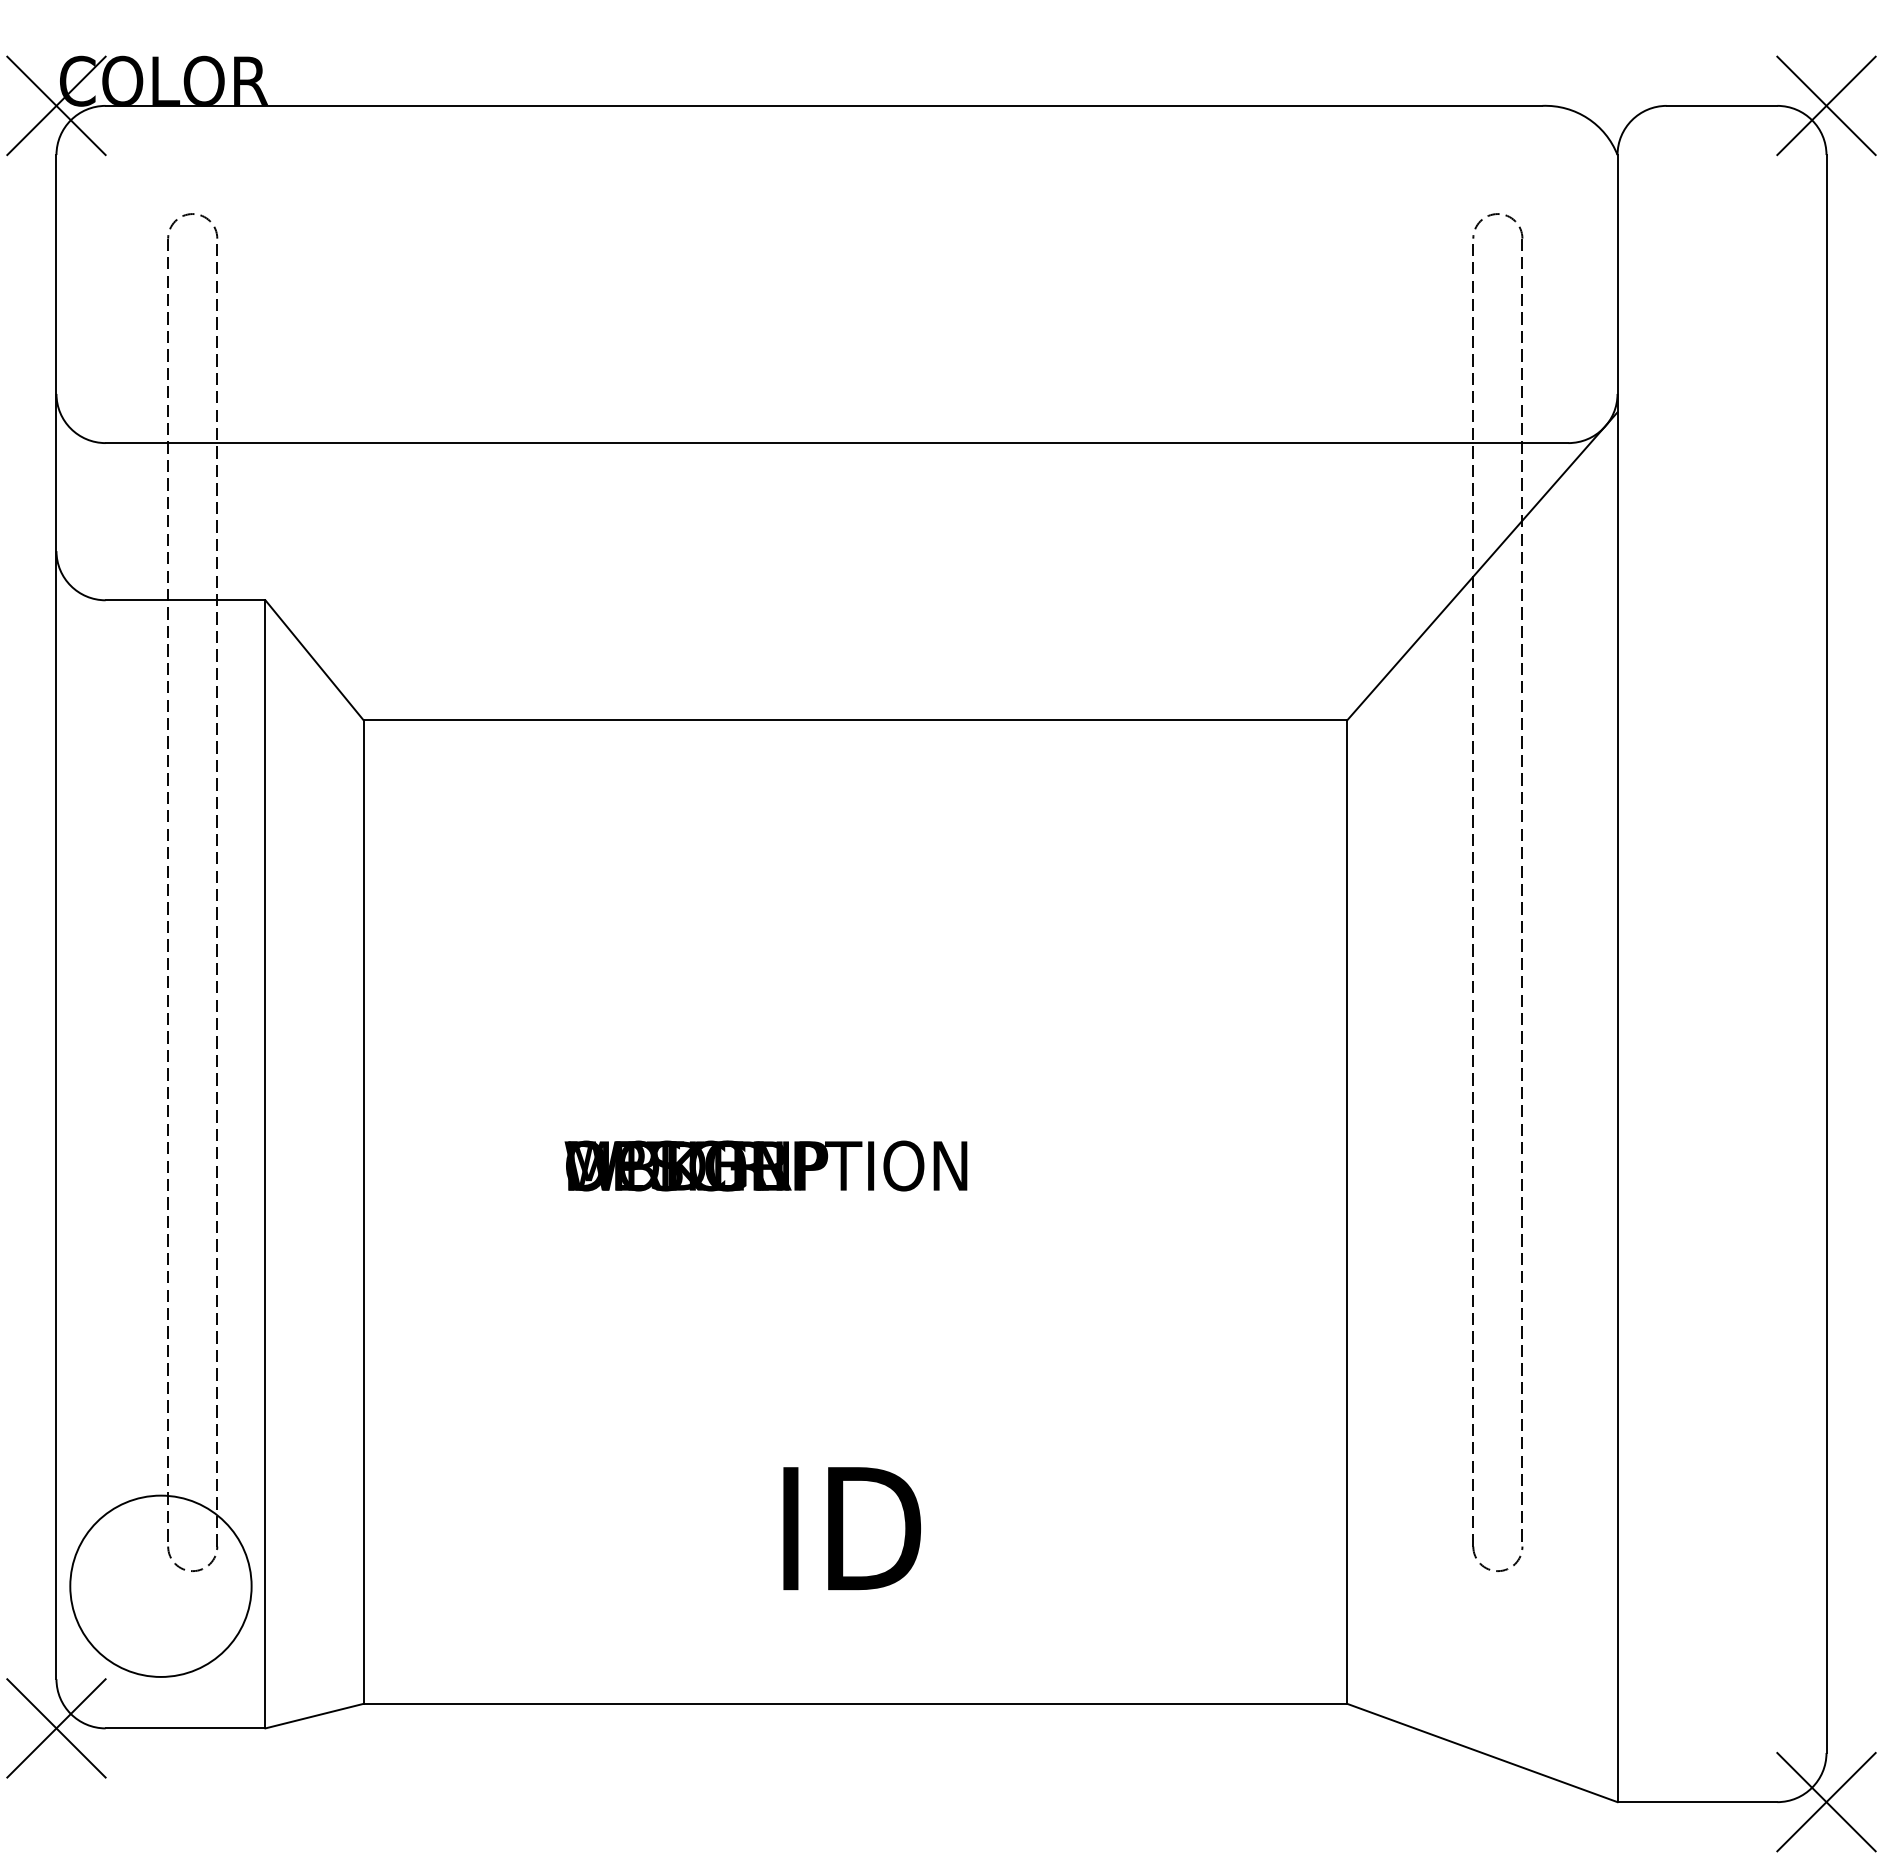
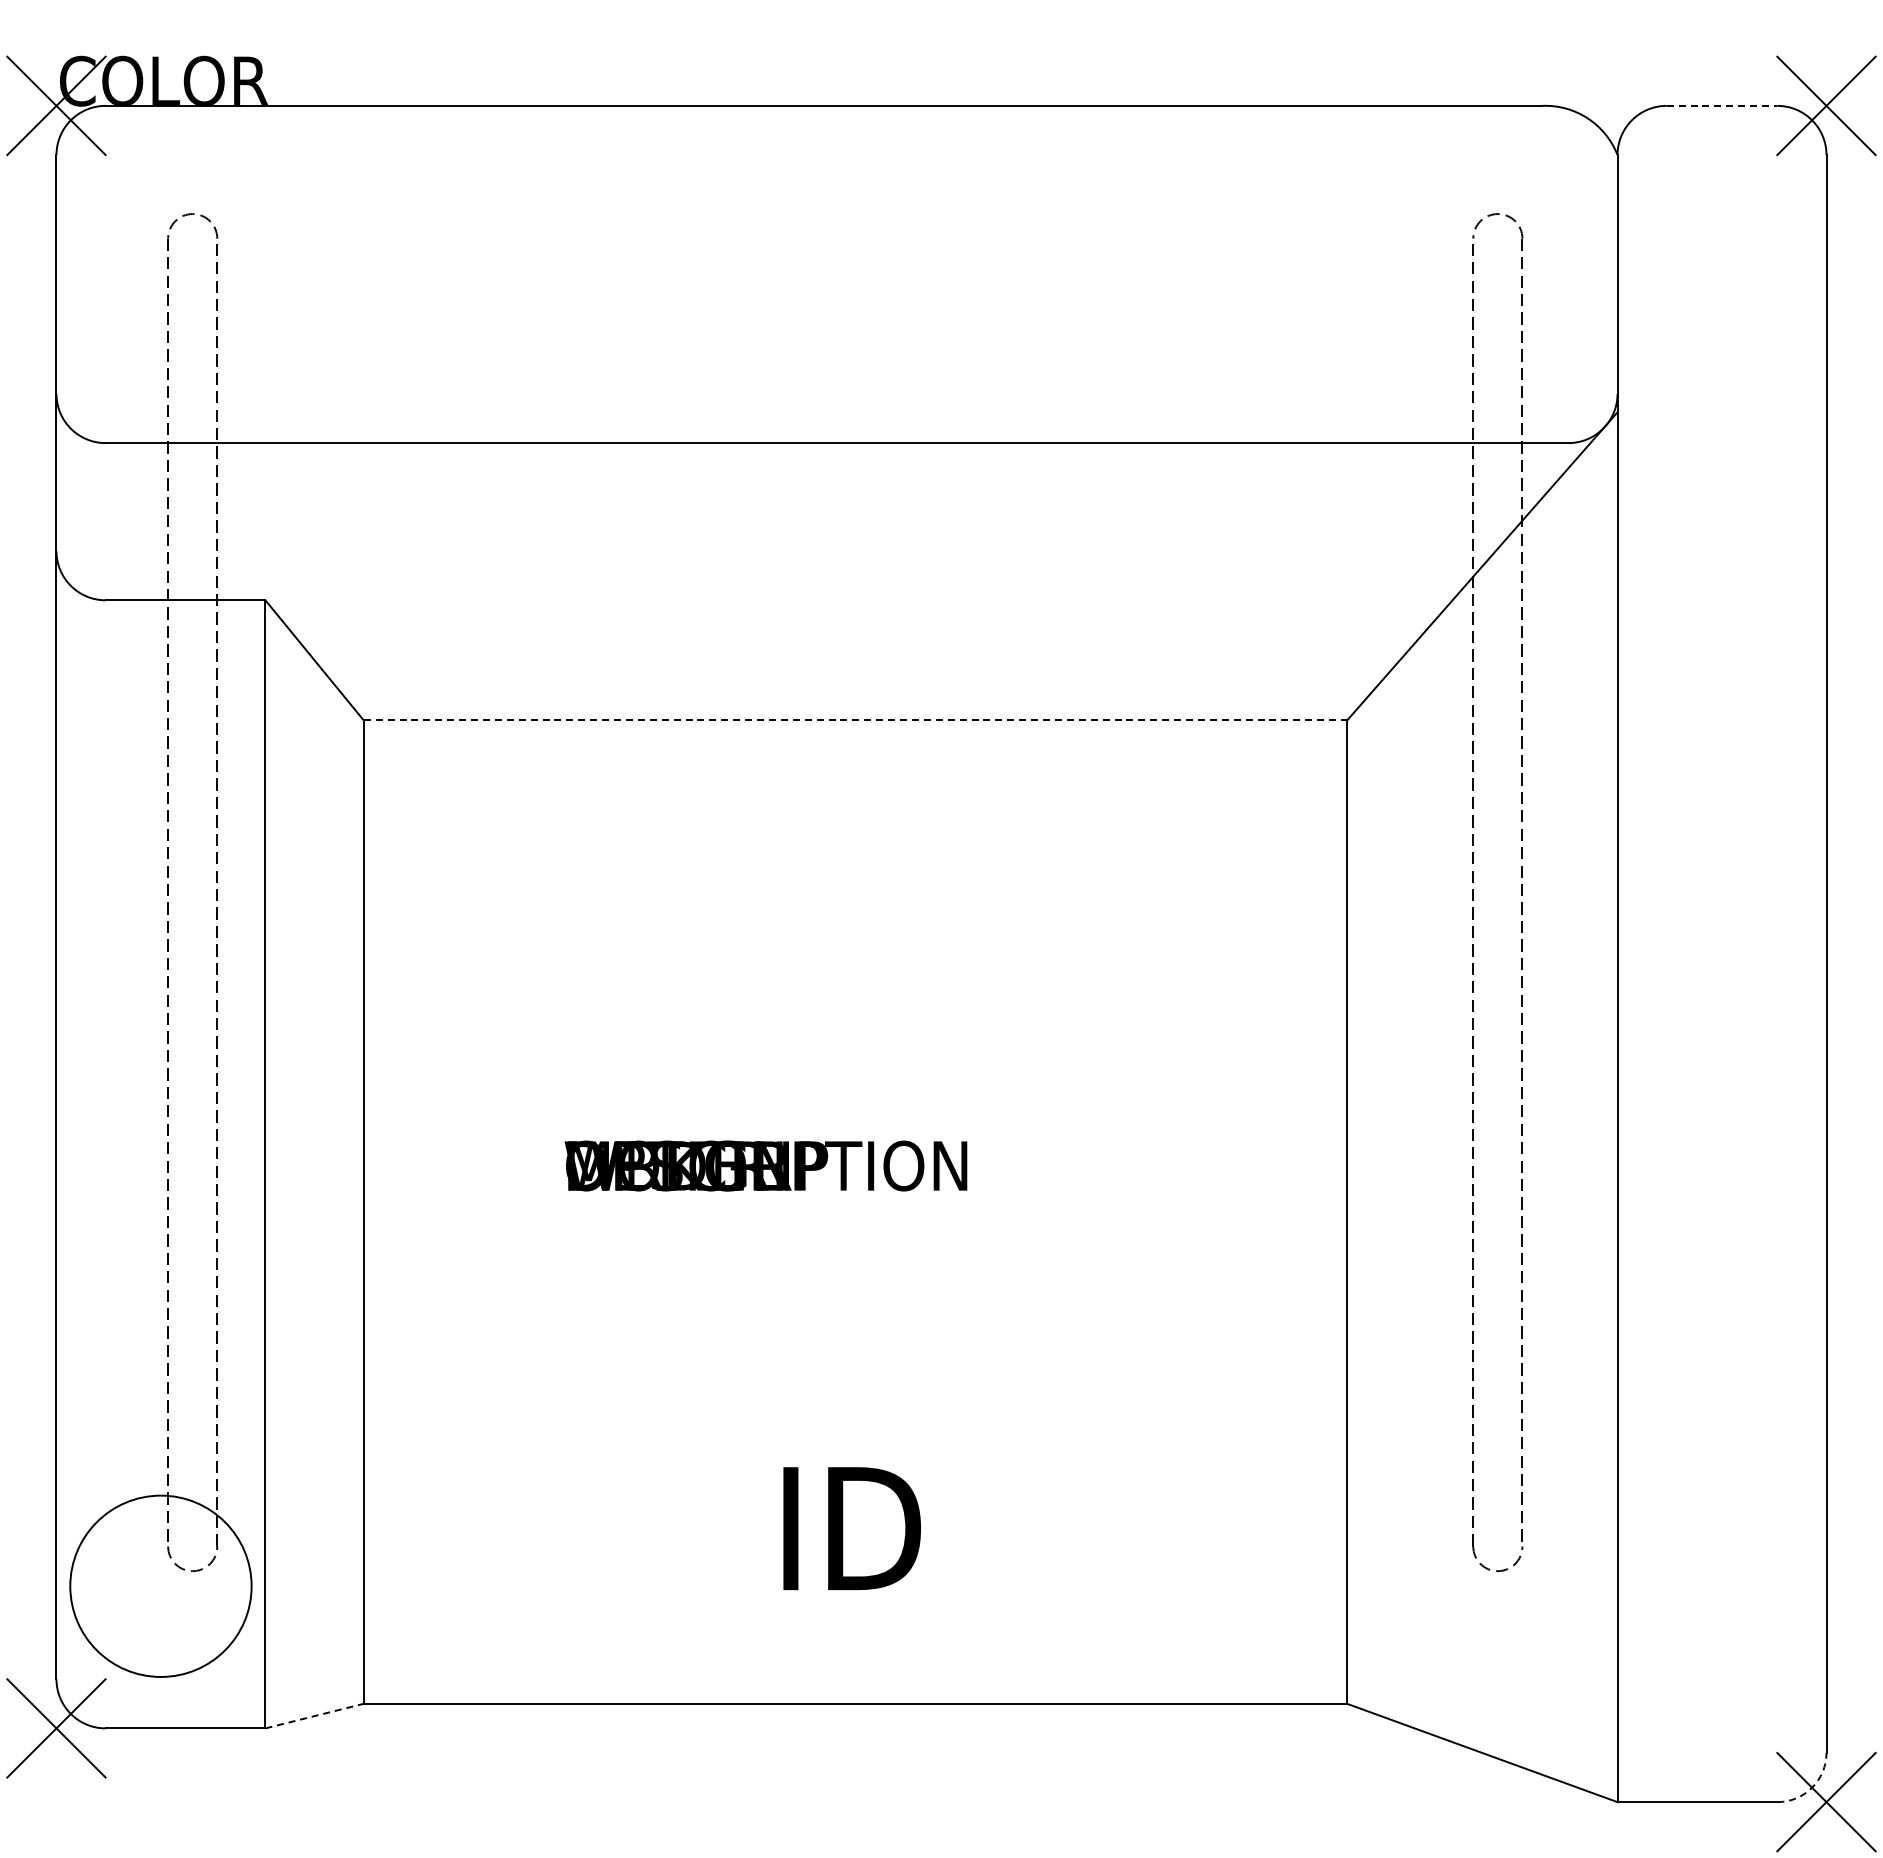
line at (1722, 105): solid -> dashed
line at (855, 720): solid -> dashed
line at (314, 1716): solid -> dashed
arc at (1812, 1787): solid -> dashed
